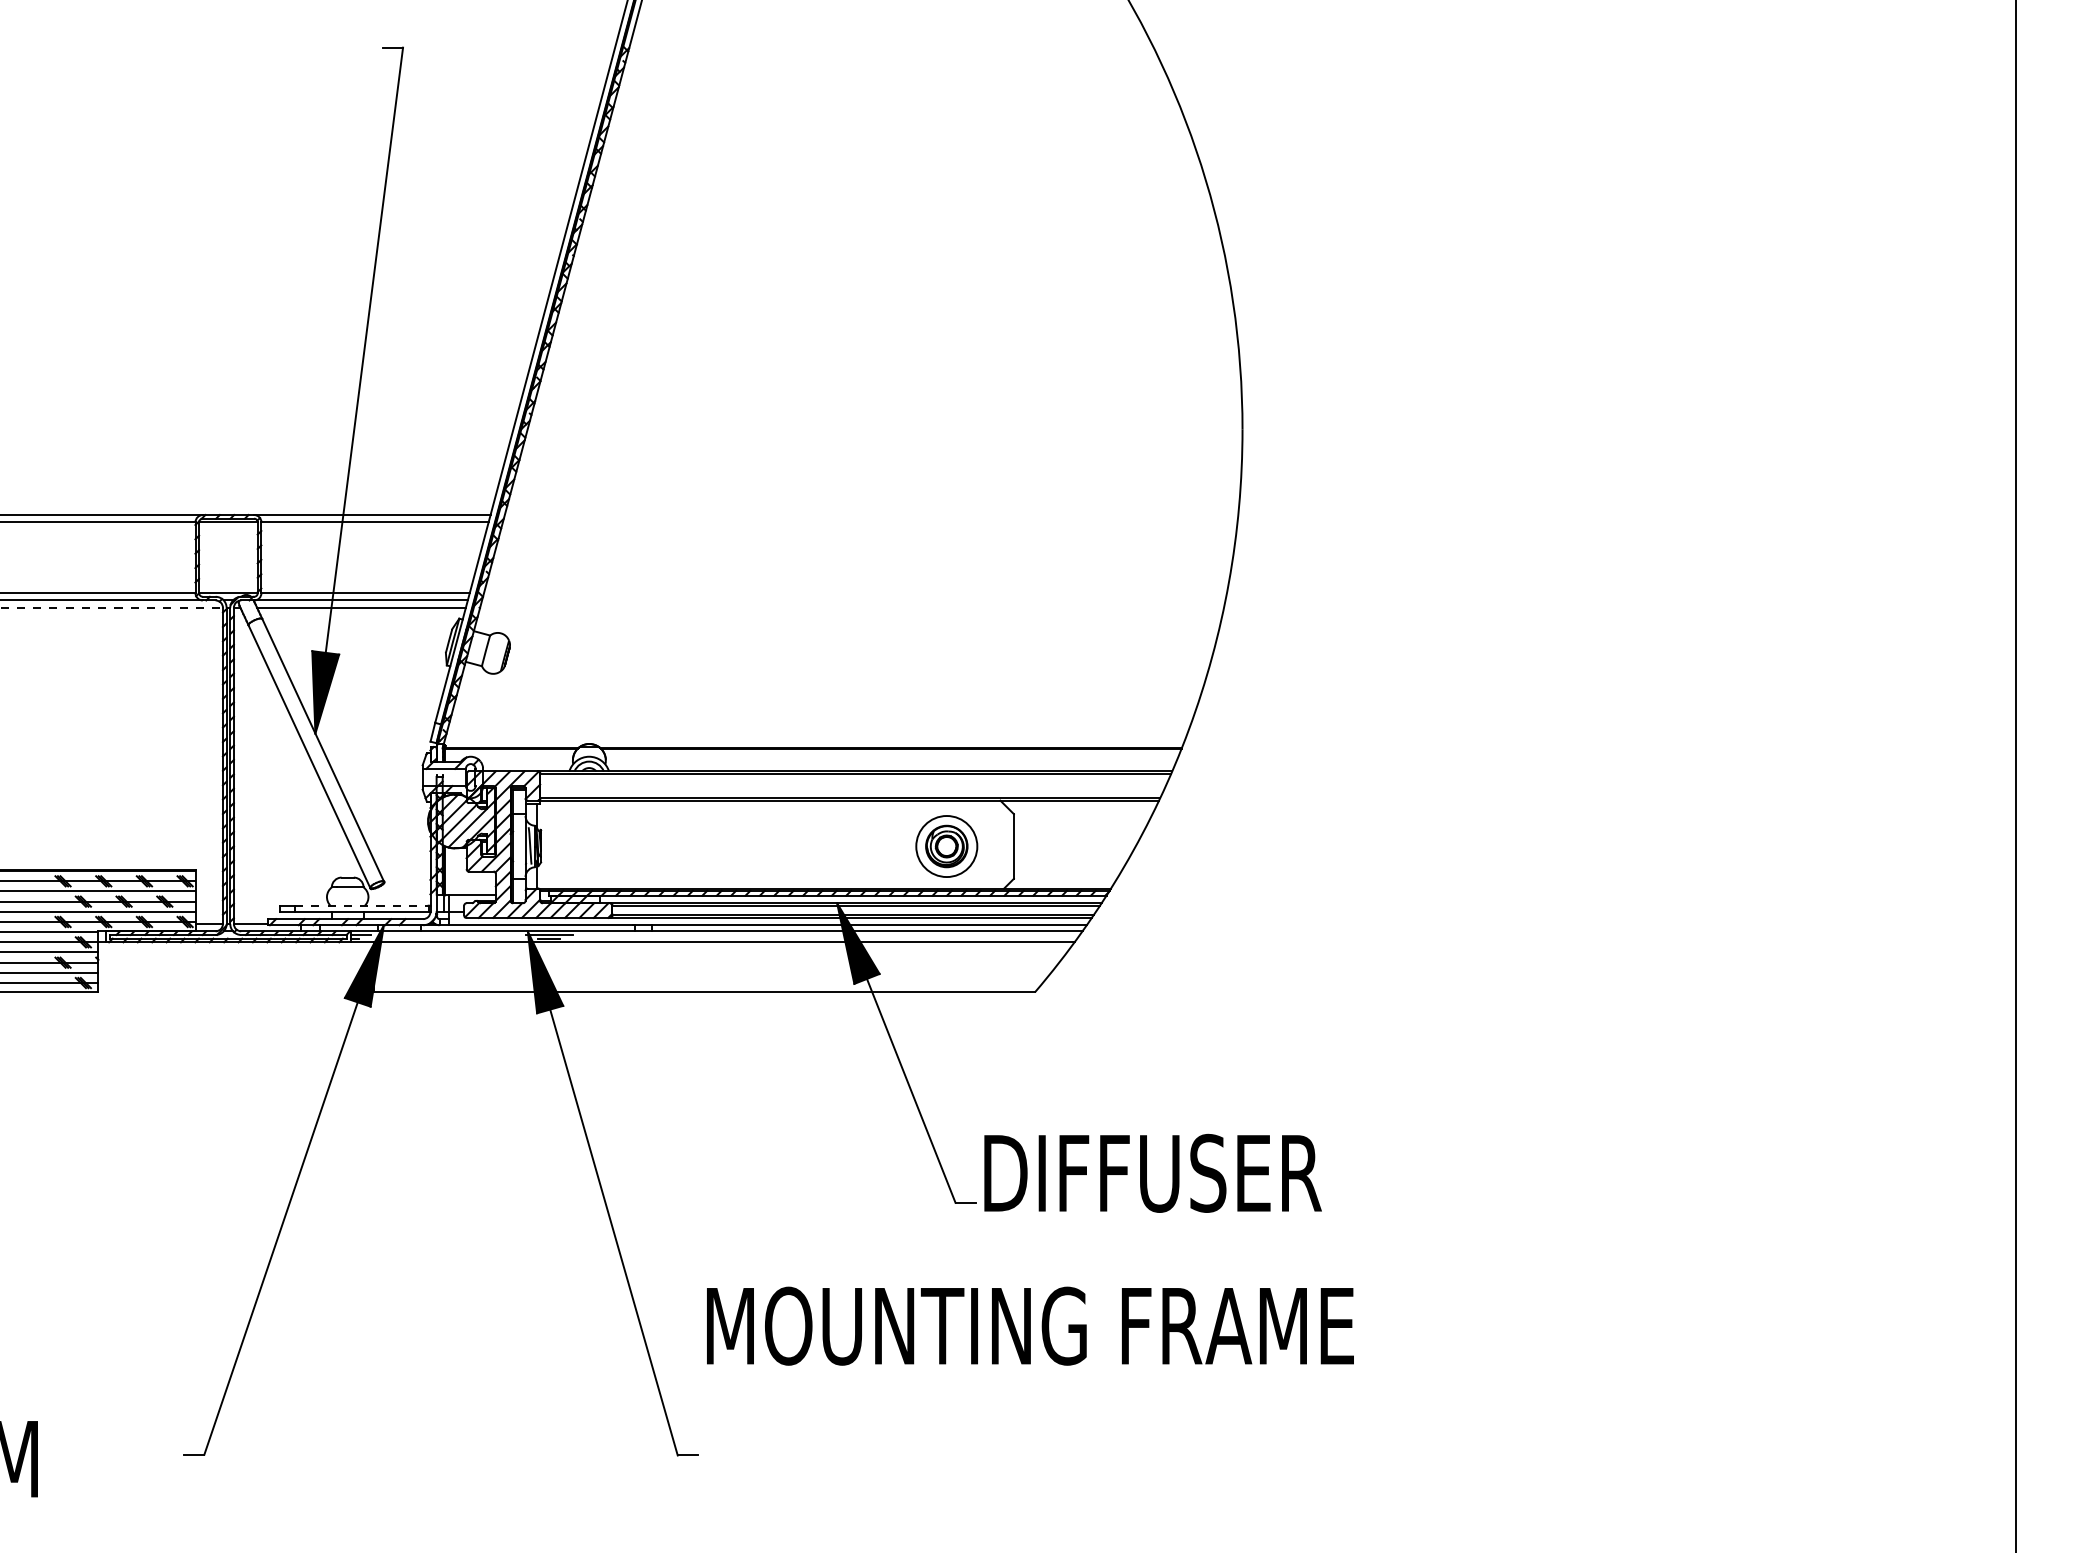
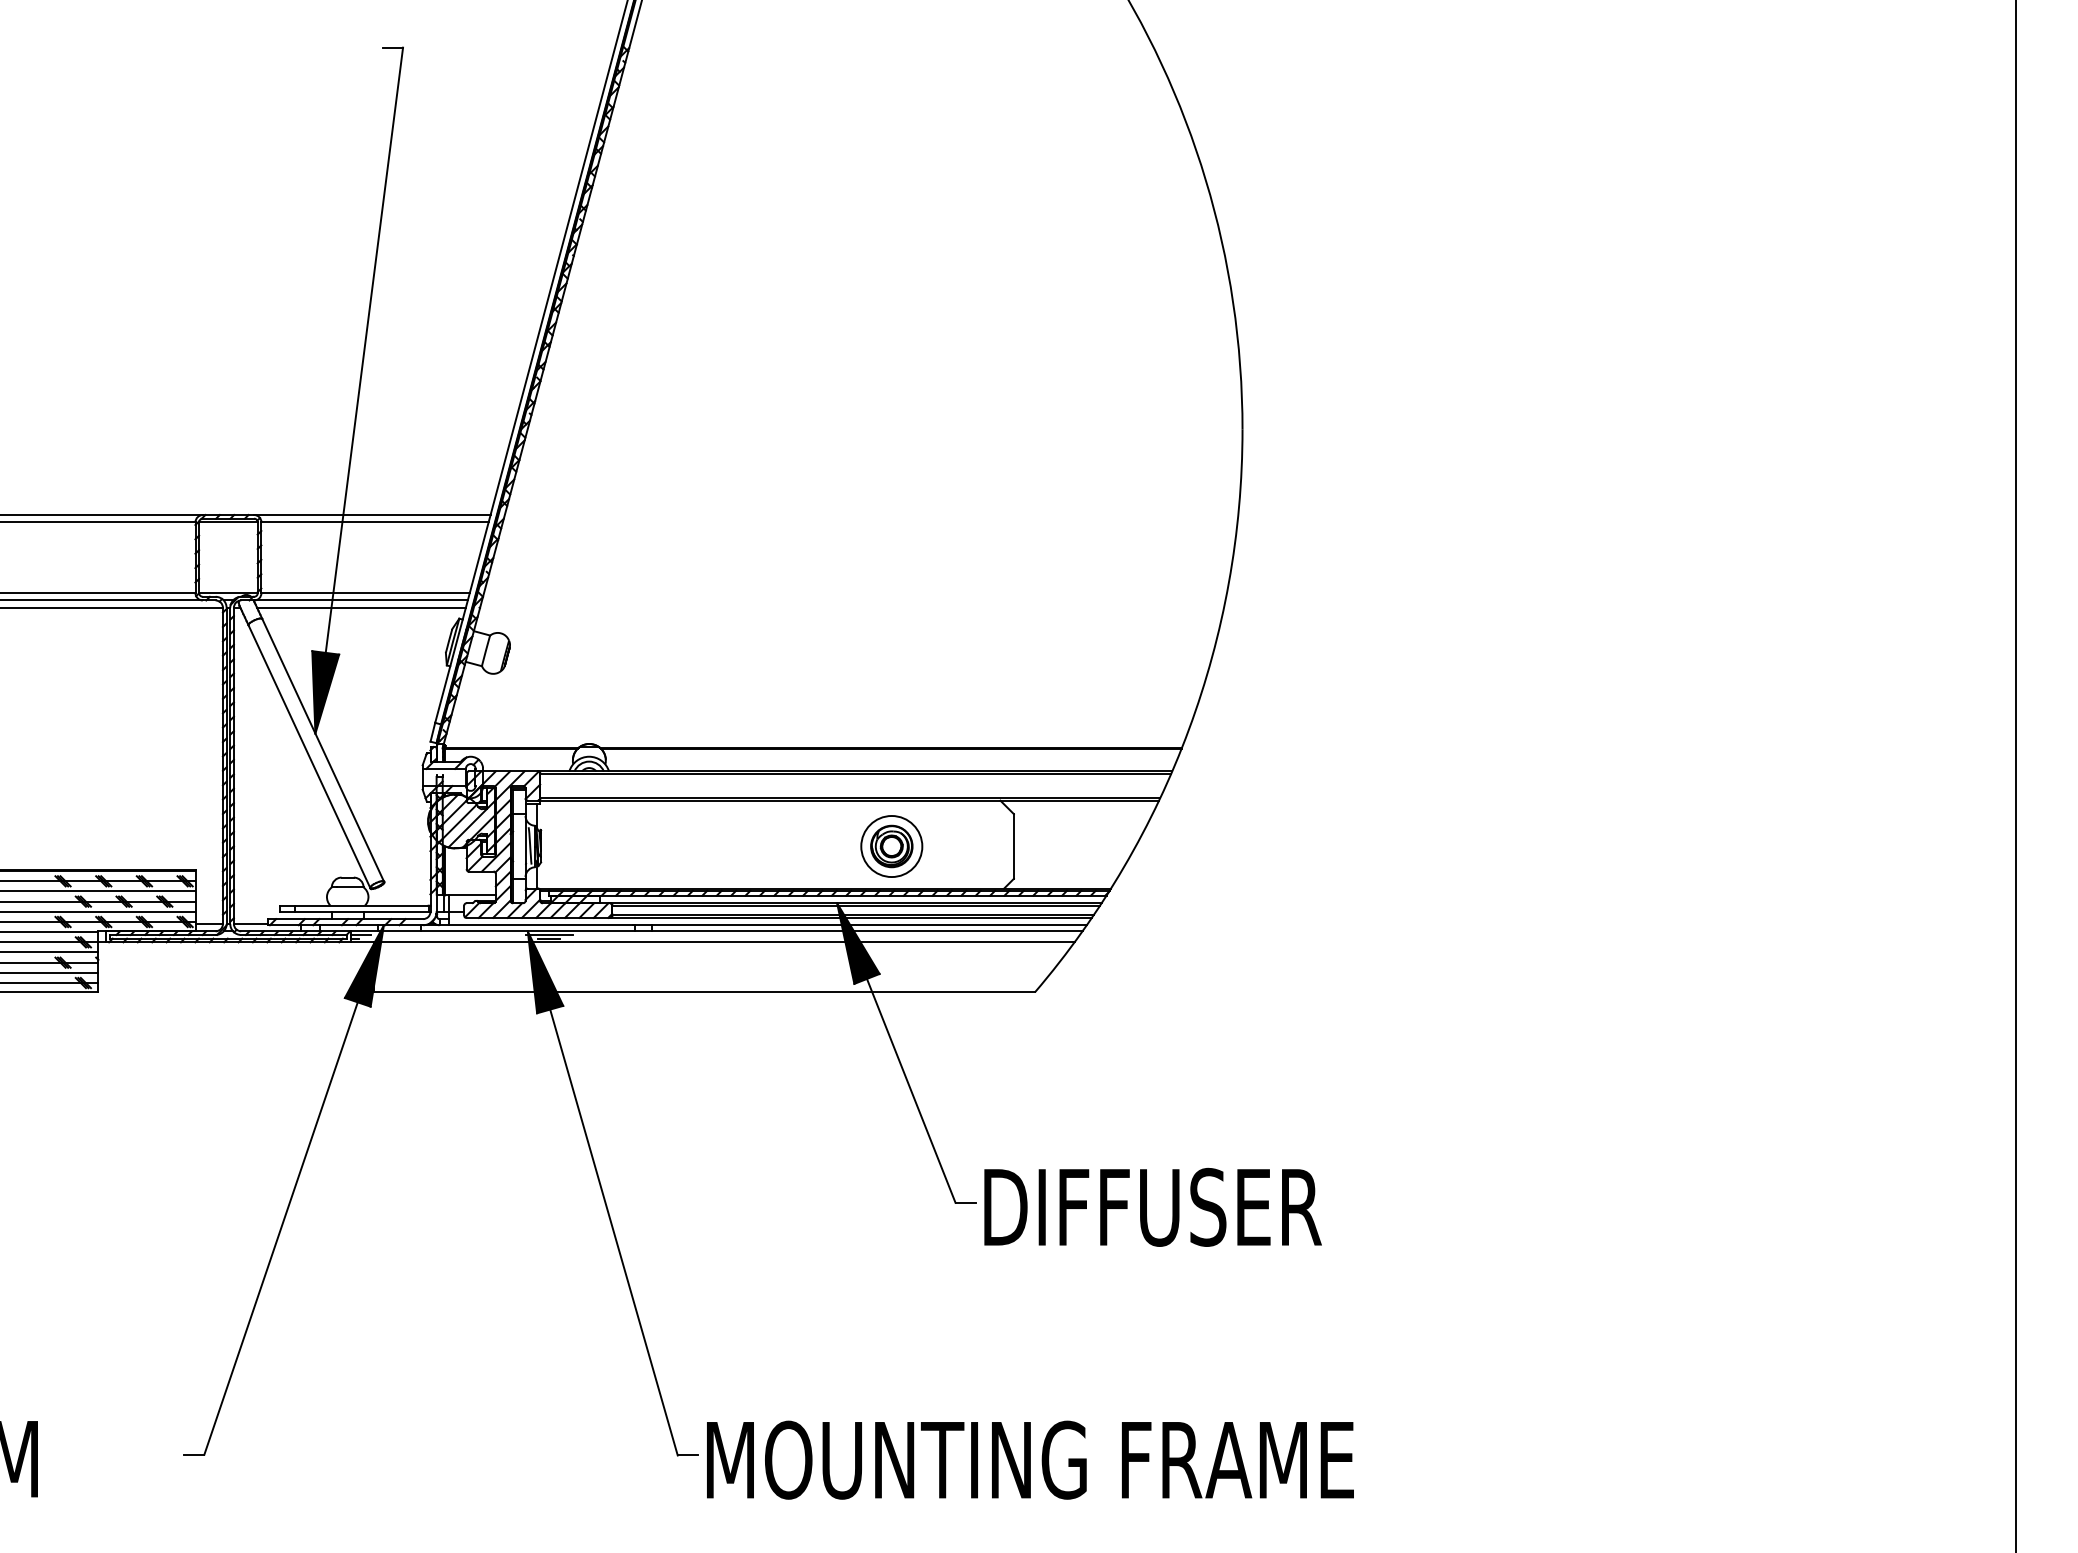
line at (112, 607): dashed -> solid
part at (946, 846) position: (946, 846) -> (891, 846)
line at (361, 905): dashed -> solid
text at (1152, 1172) position: (1152, 1172) -> (1152, 1206)
text at (1030, 1325) position: (1030, 1325) -> (1030, 1459)
